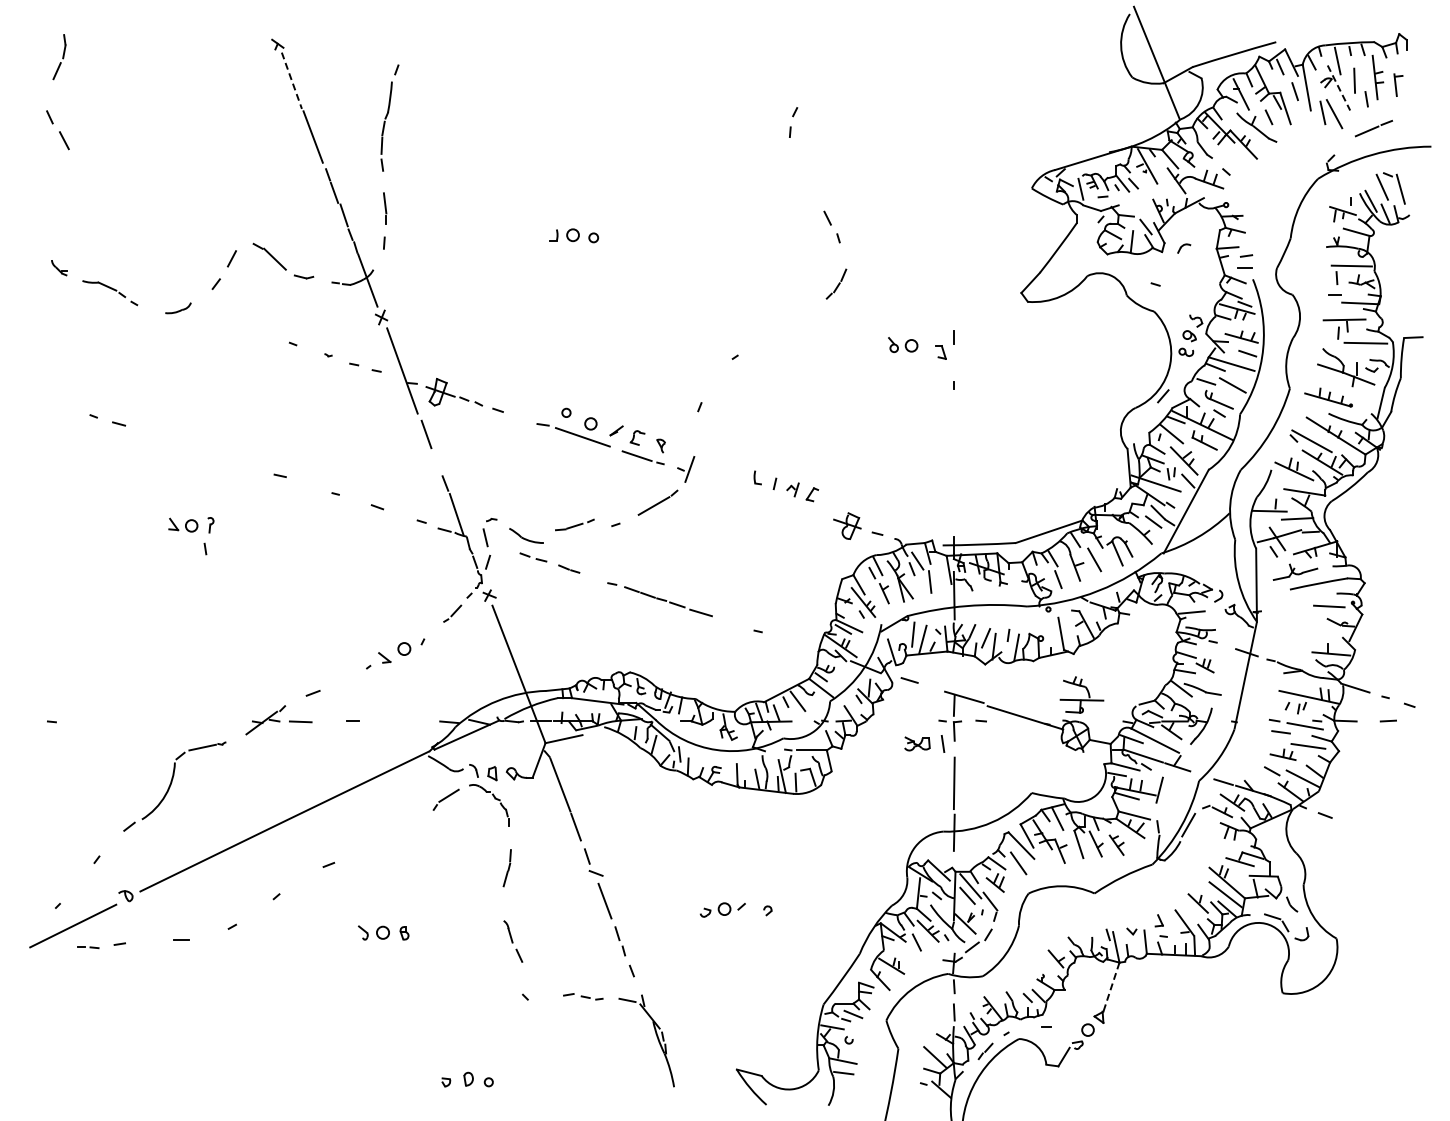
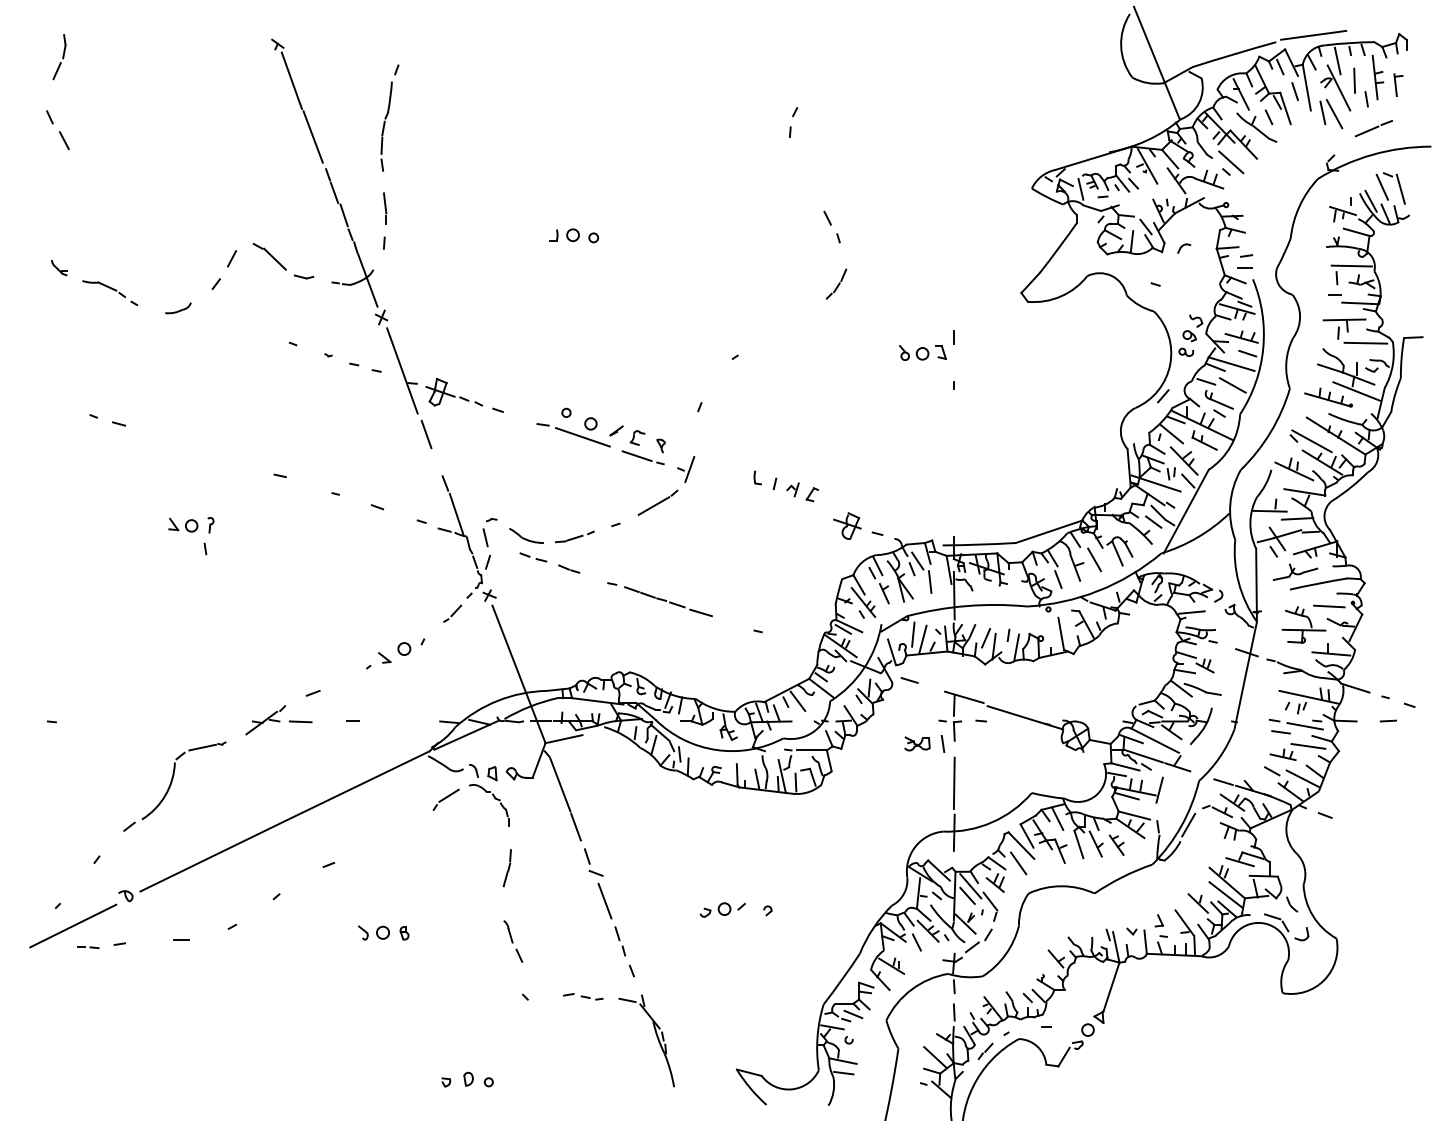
line at (1313, 34): none -> present
line at (291, 80): dashed -> solid
line at (1339, 88): dashed -> solid
line at (1231, 162): none -> present
part at (903, 344) position: (903, 344) -> (914, 352)
line at (1356, 391): none -> present
part at (574, 524) position: (574, 524) -> (574, 536)
part at (1081, 694) position: (1081, 694) -> (1303, 624)
line at (1111, 987): dashed -> solid
